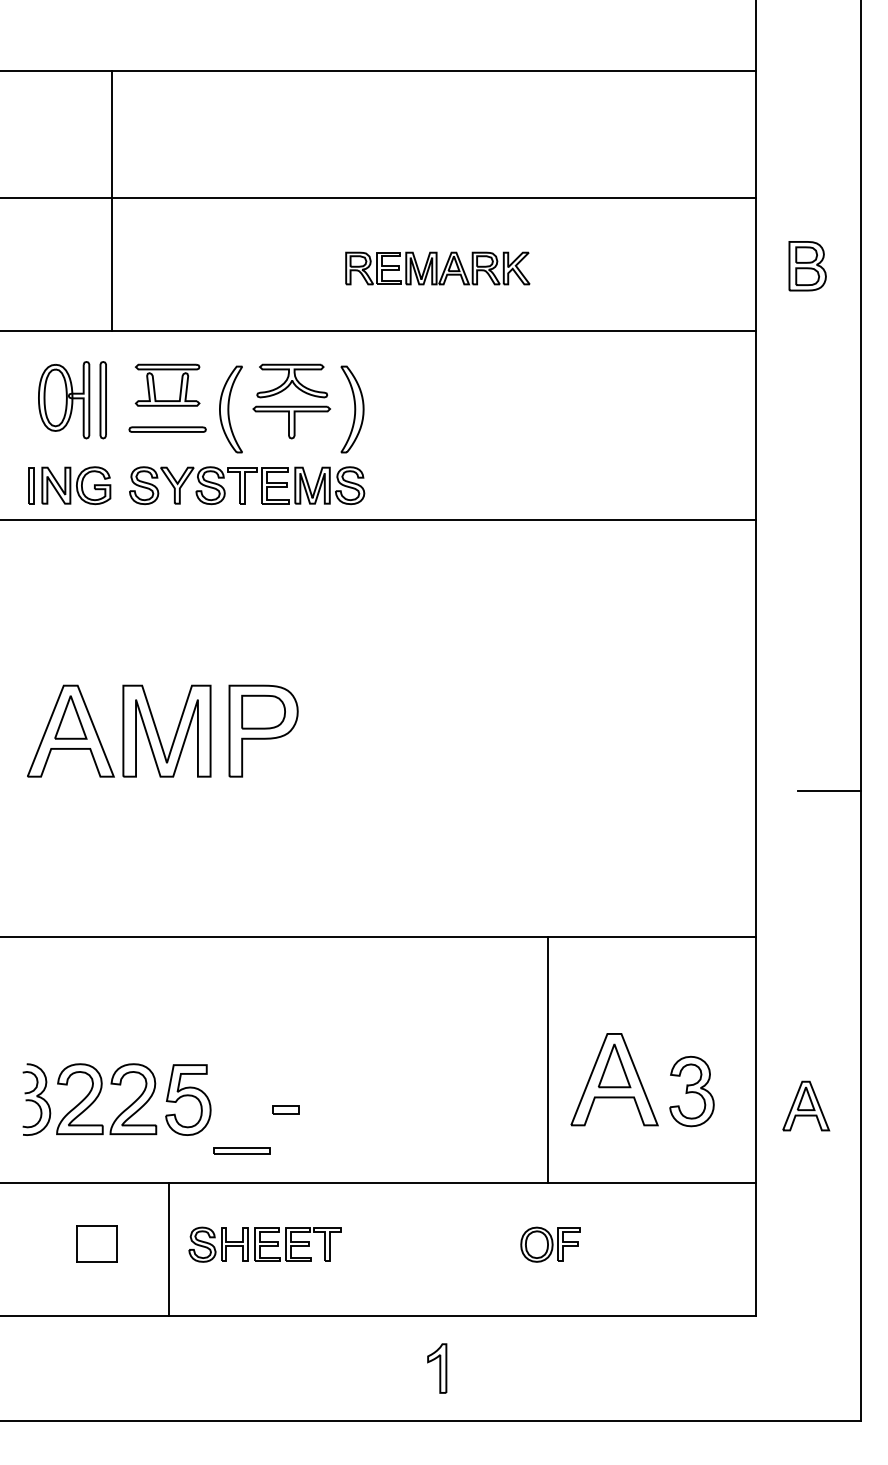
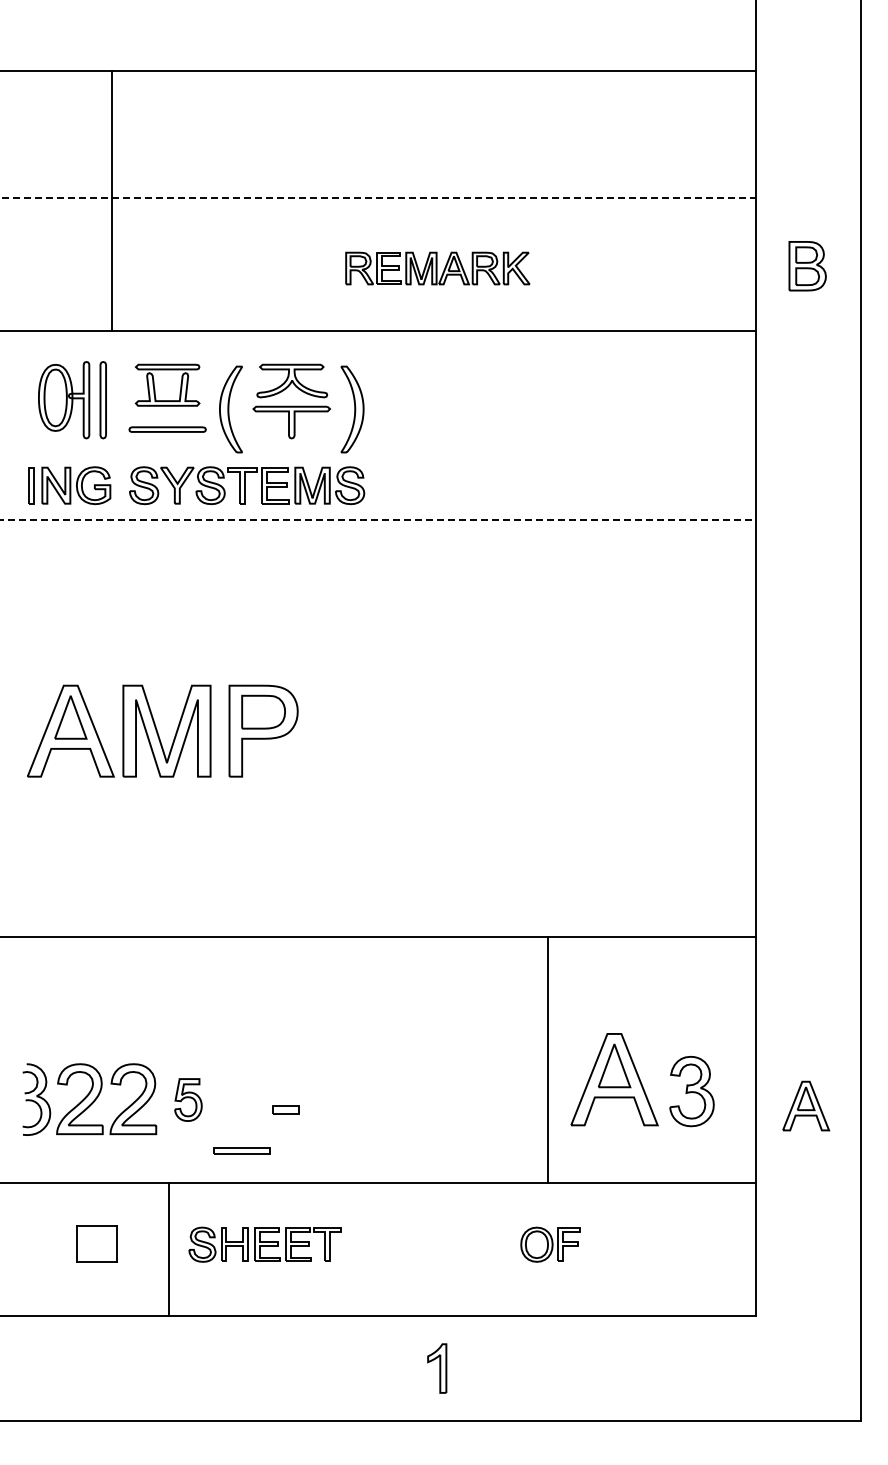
line at (378, 198): solid -> dashed
line at (378, 520): solid -> dashed
line at (829, 791): present -> none
part at (188, 1099) size: 47x72 px -> 29x44 px
